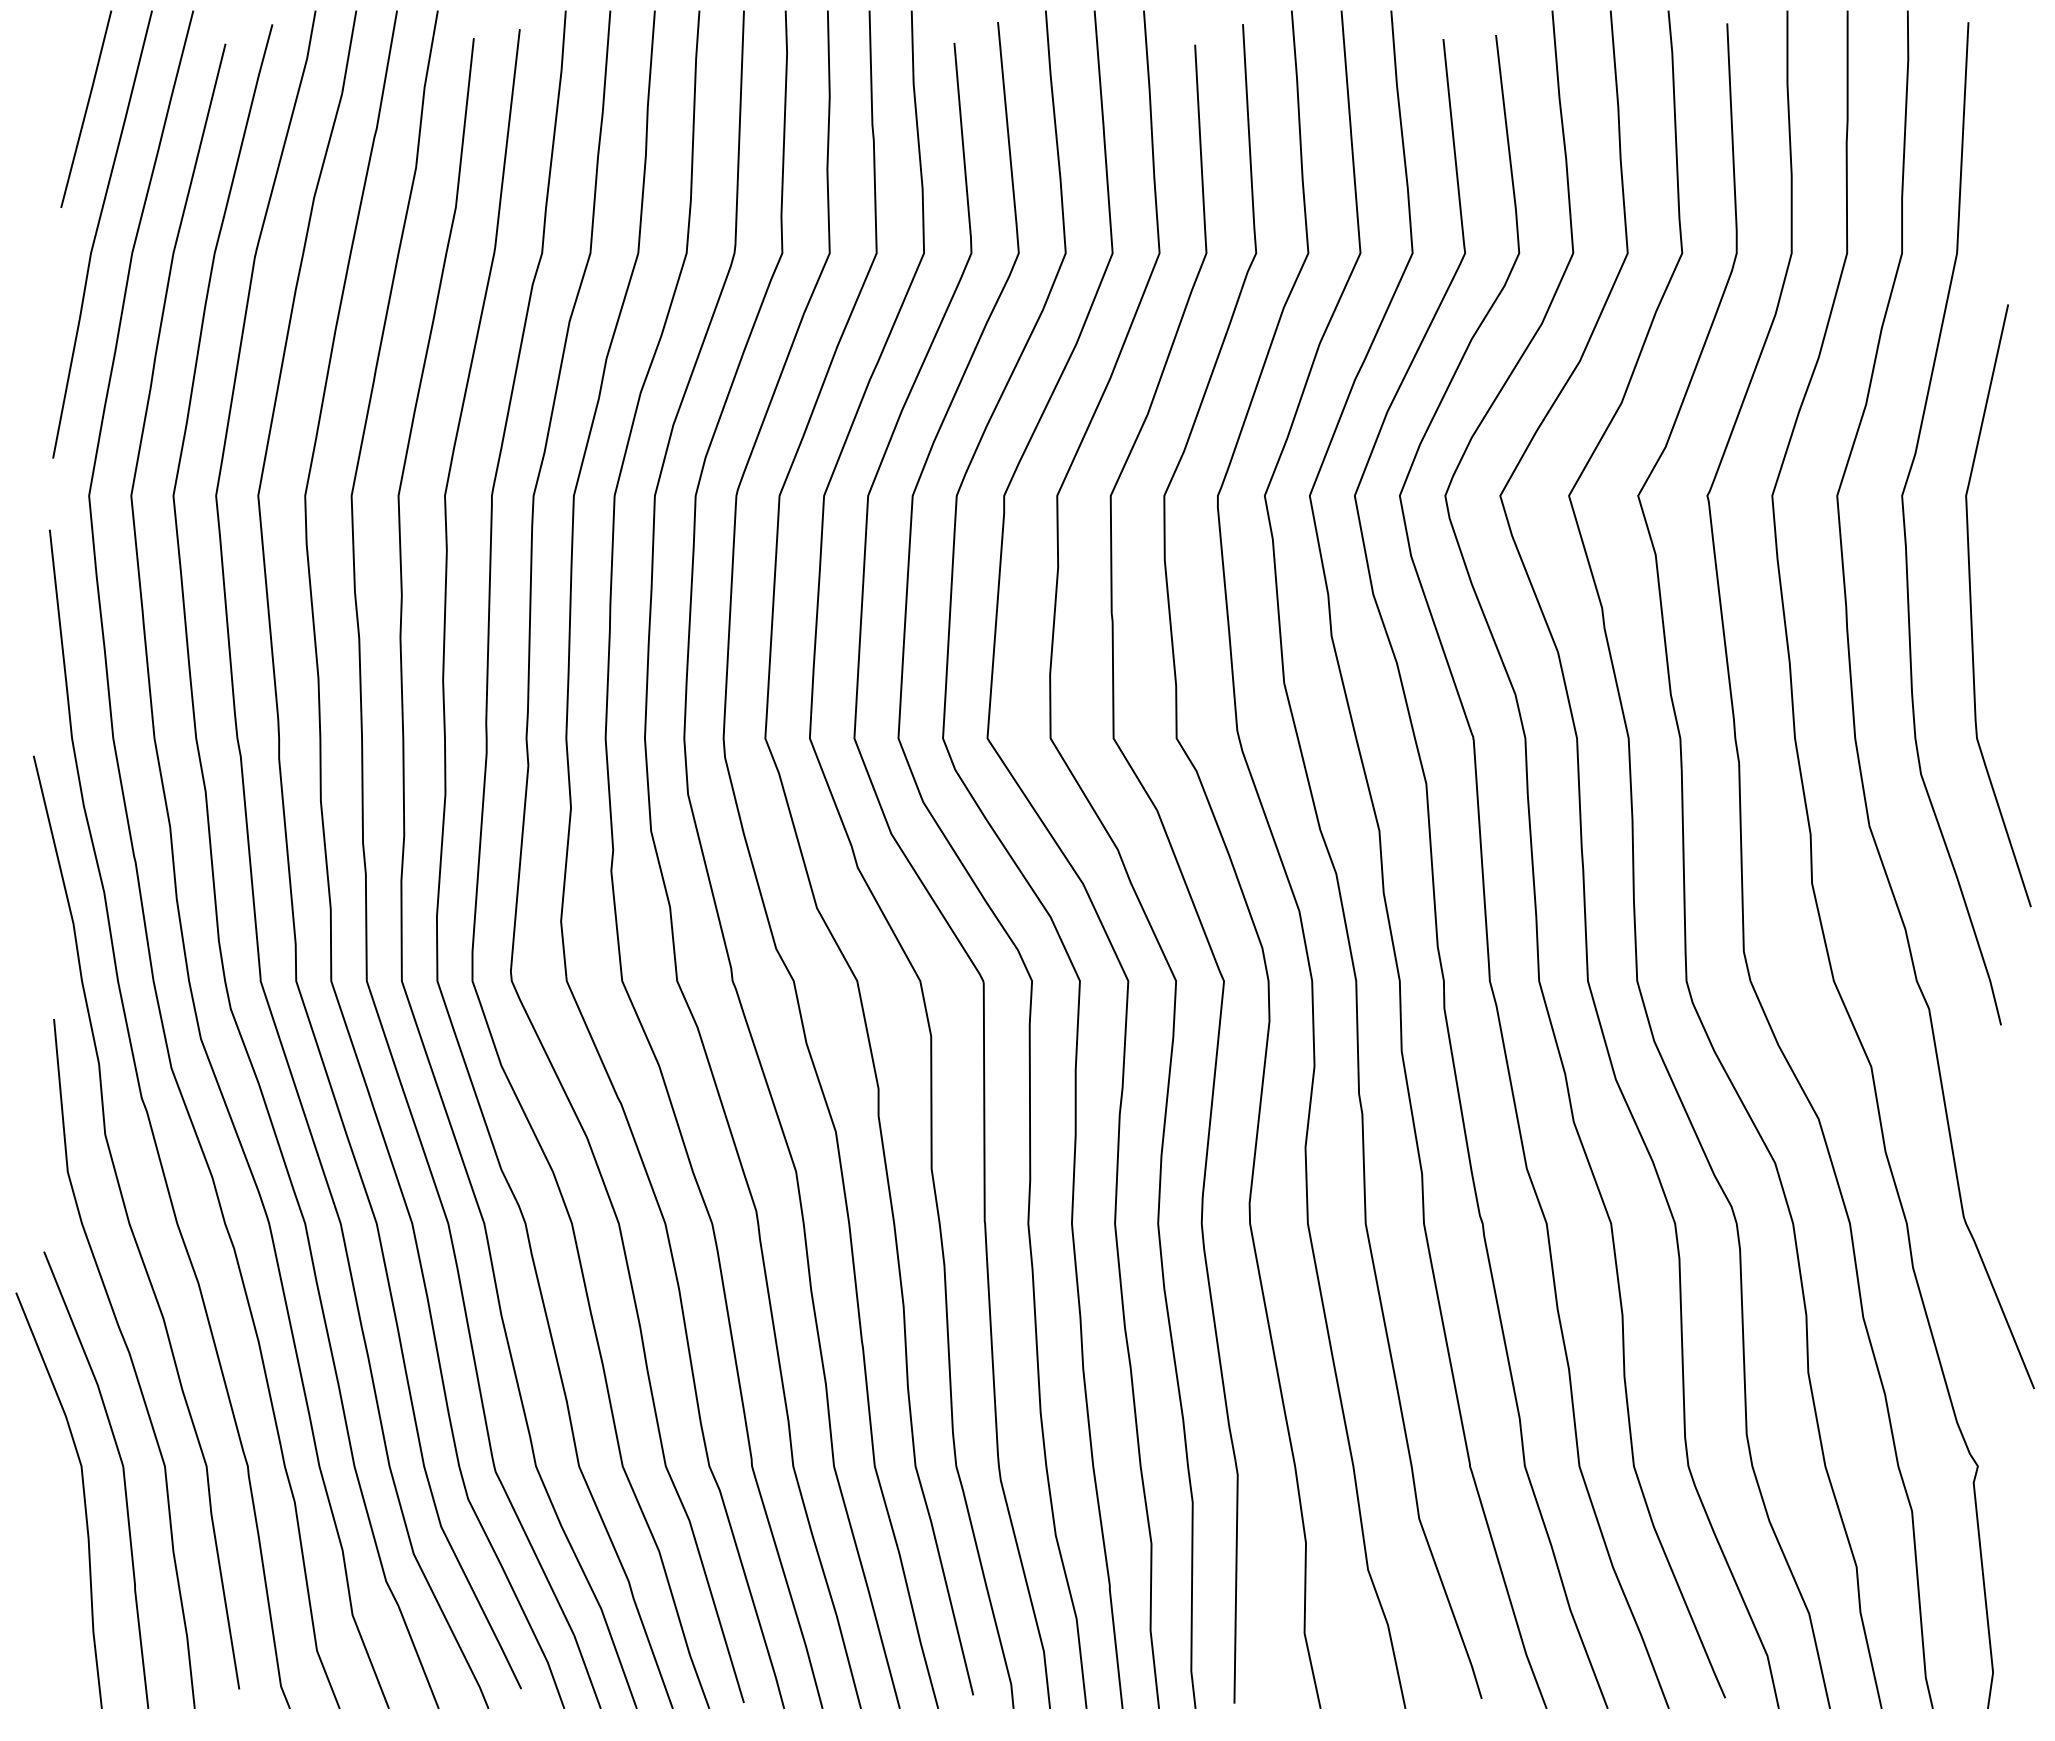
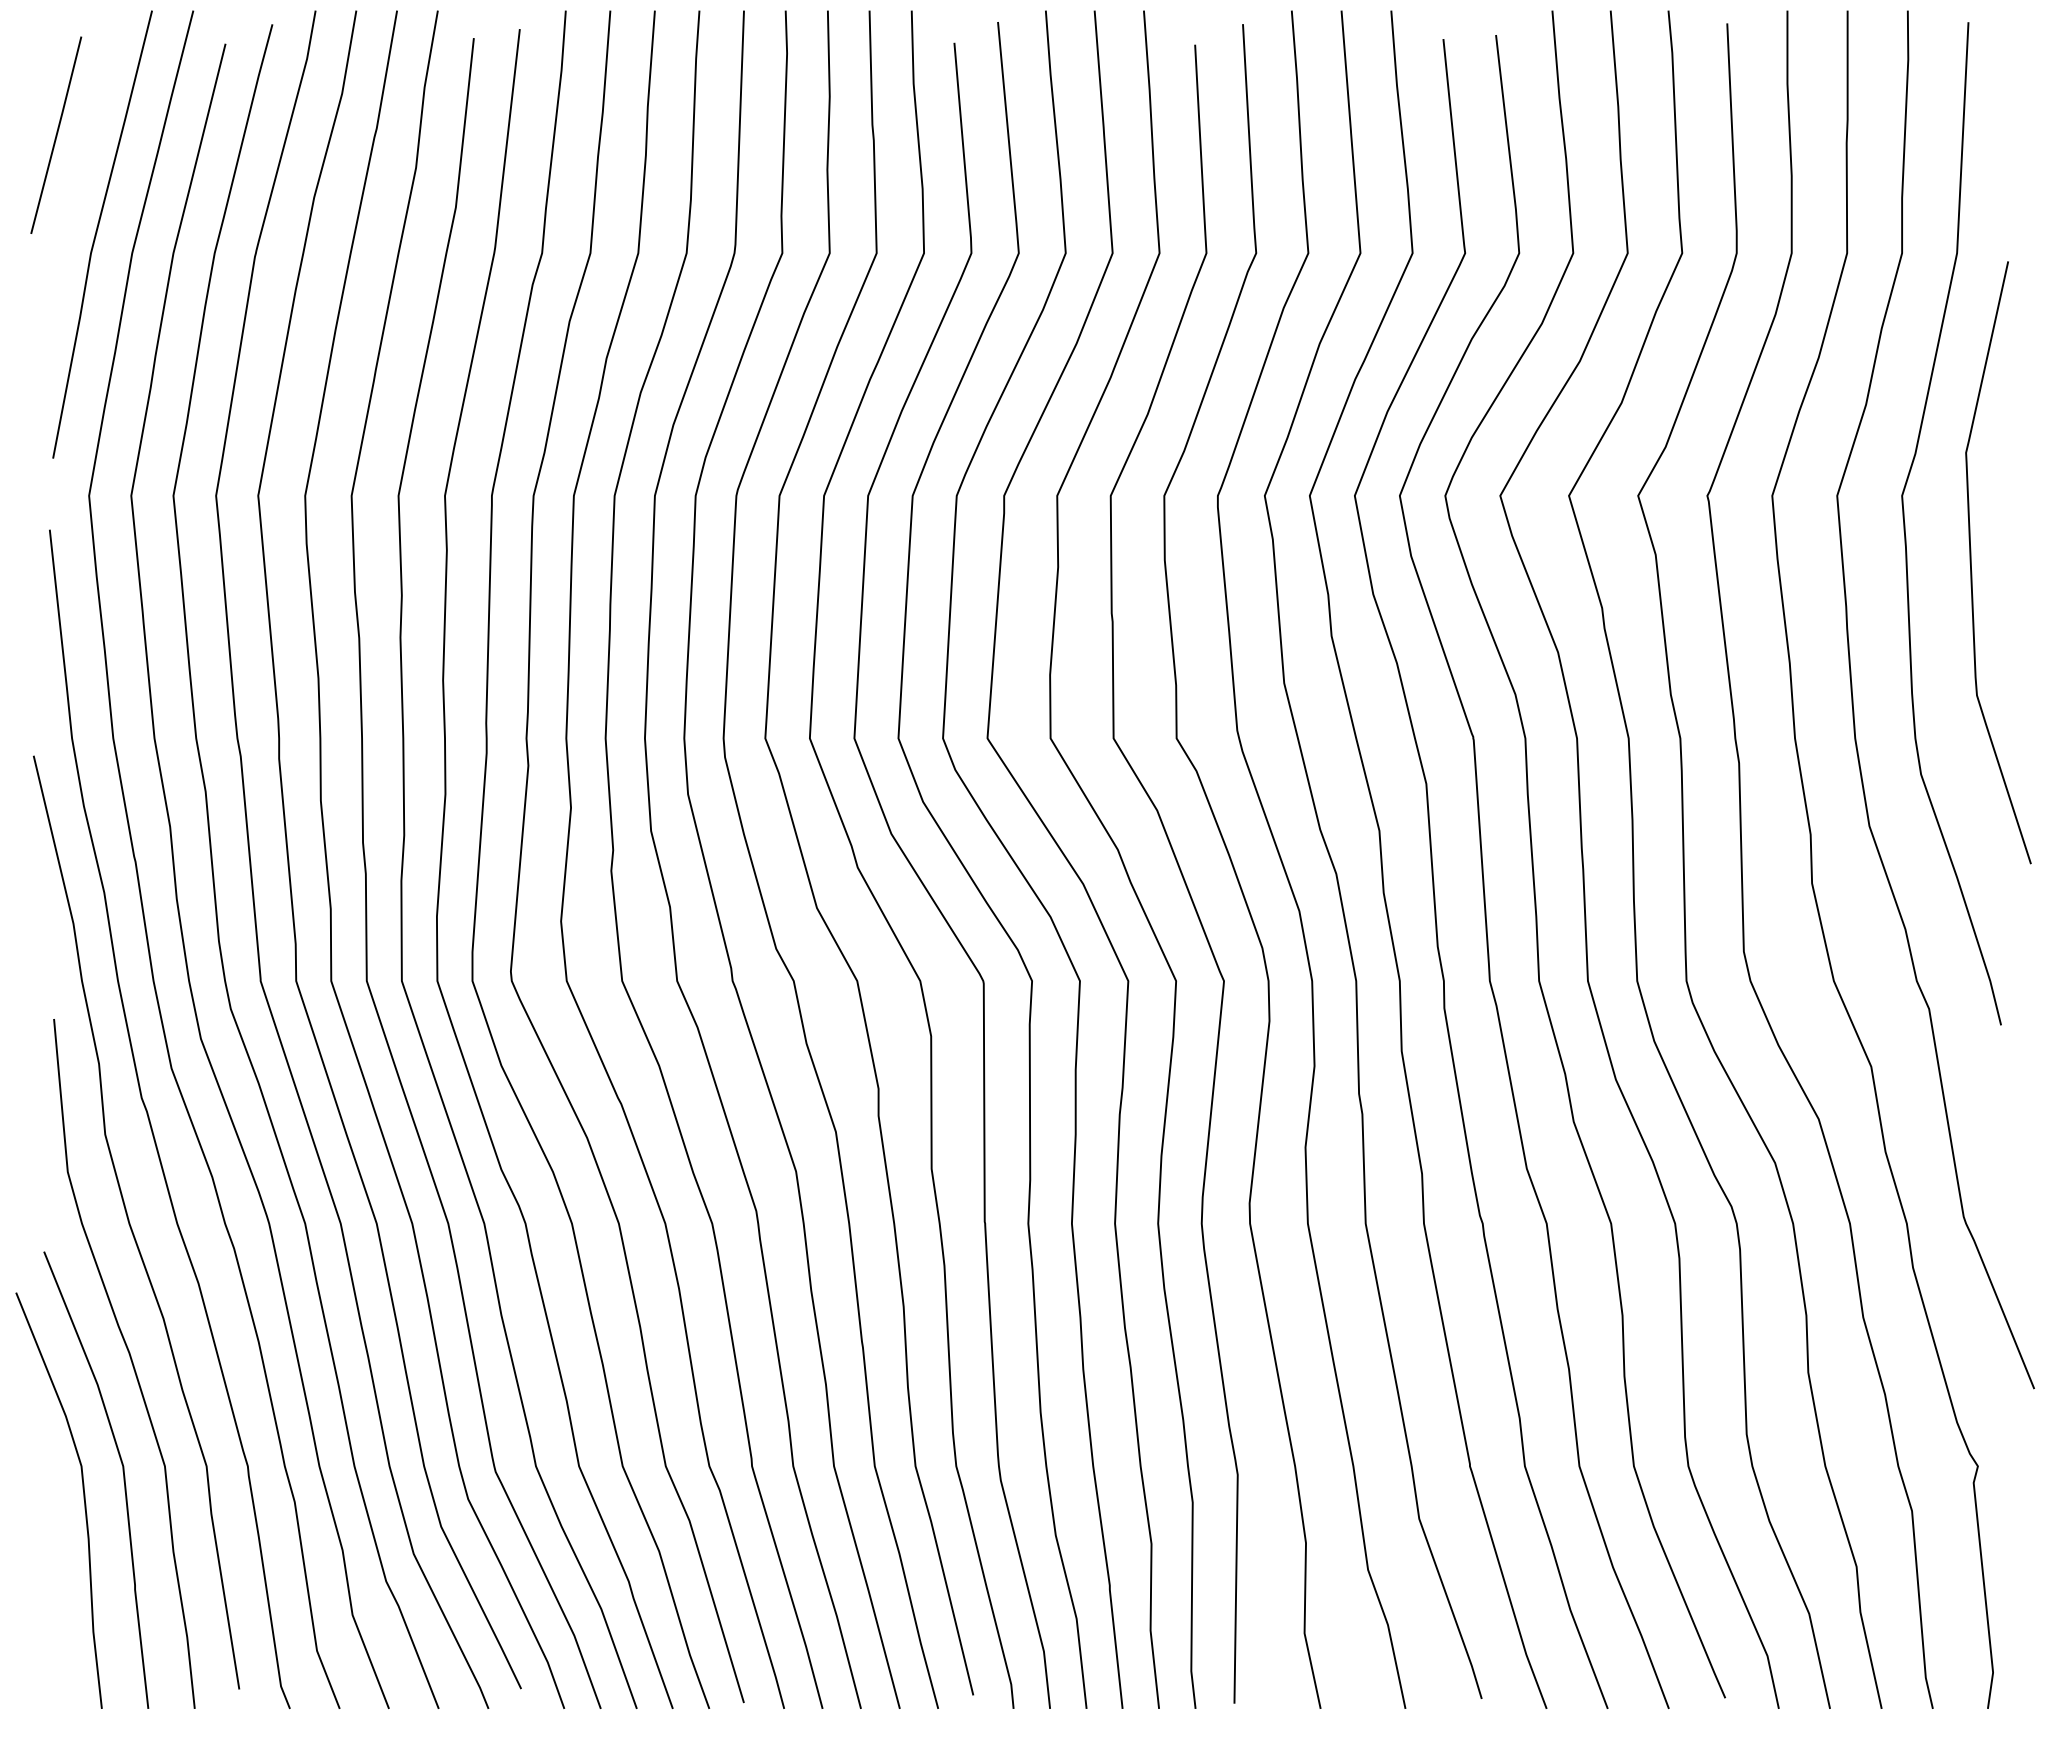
line at (86, 108) position: (86, 108) -> (56, 134)
curve at (1971, 605) position: (1971, 605) -> (1971, 562)
